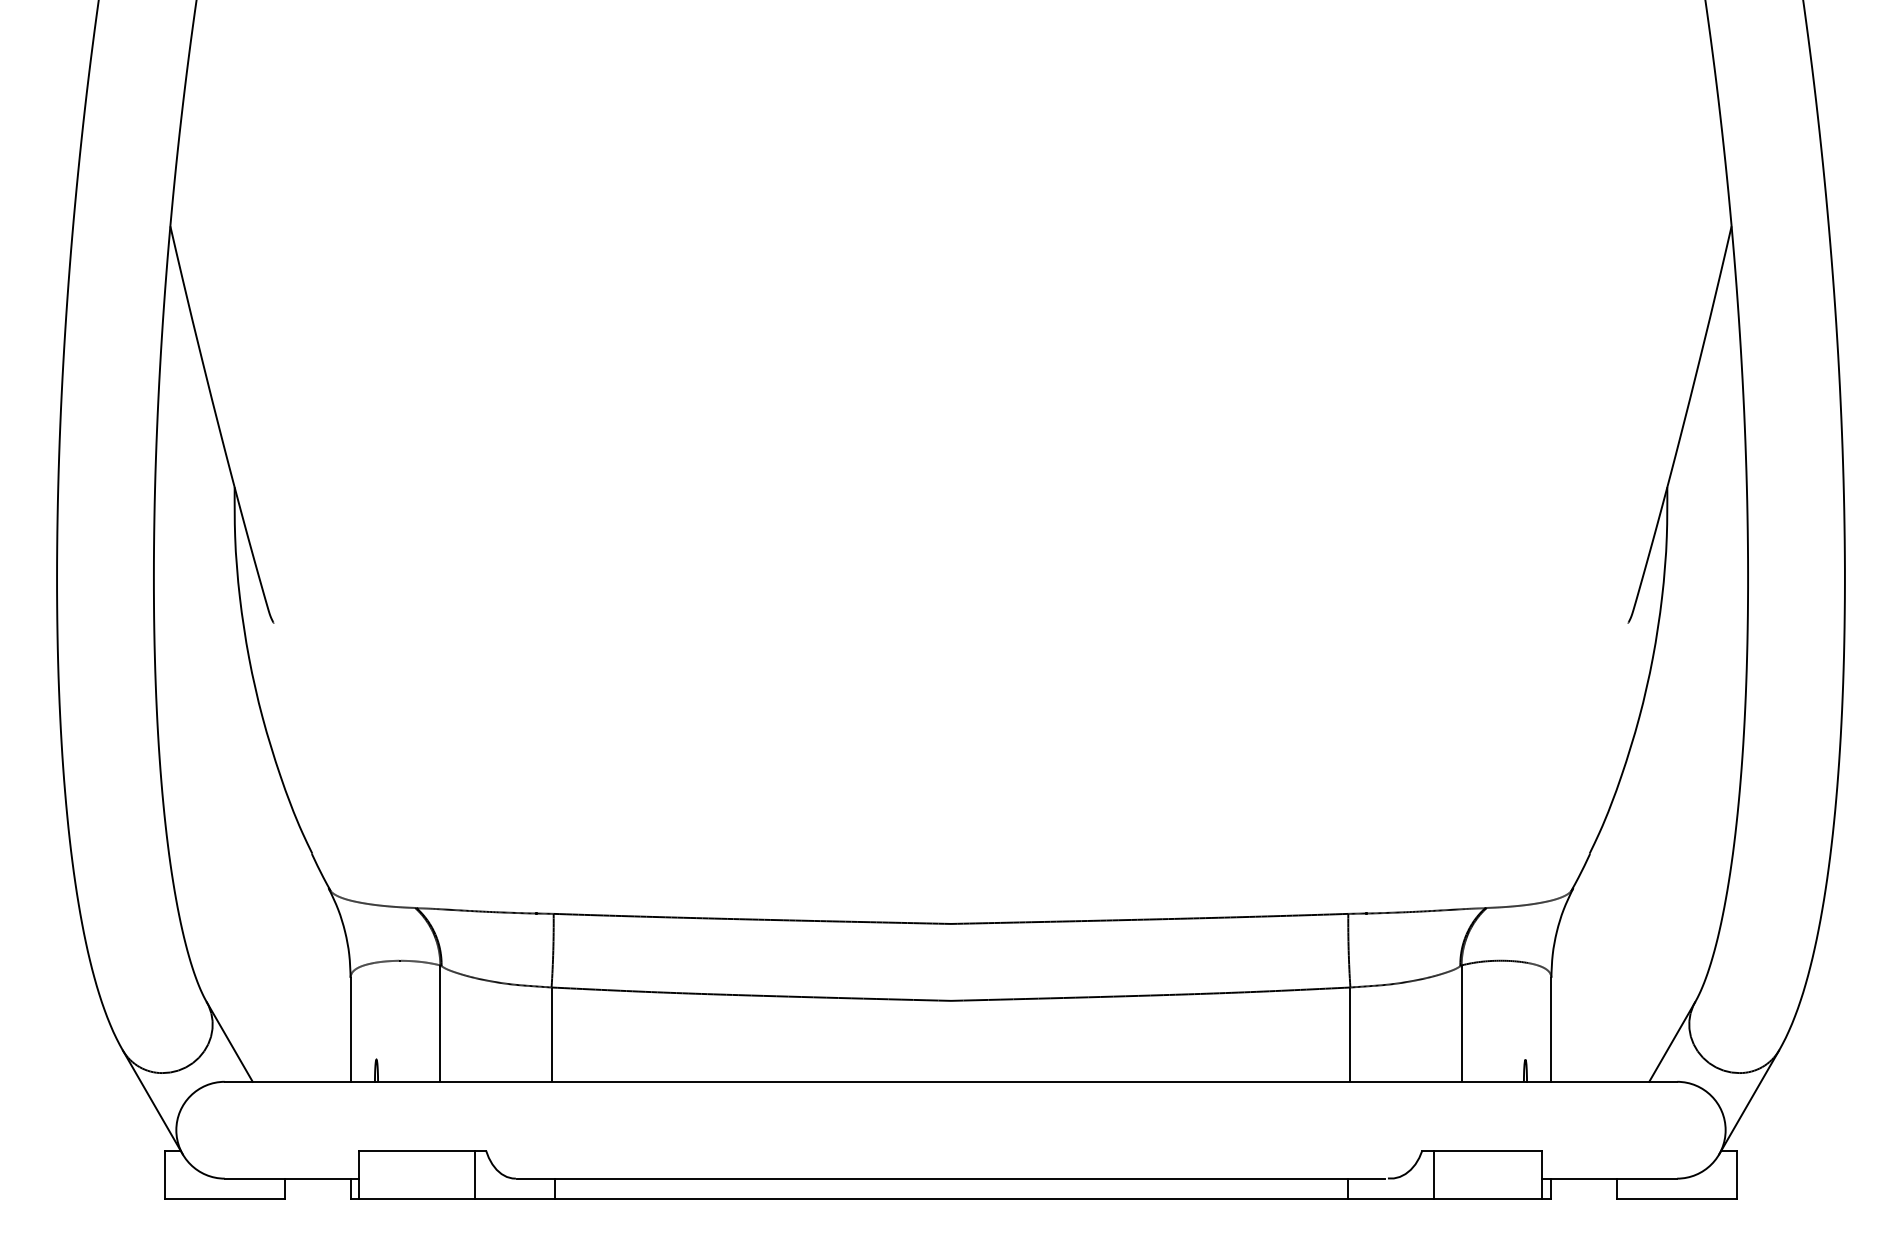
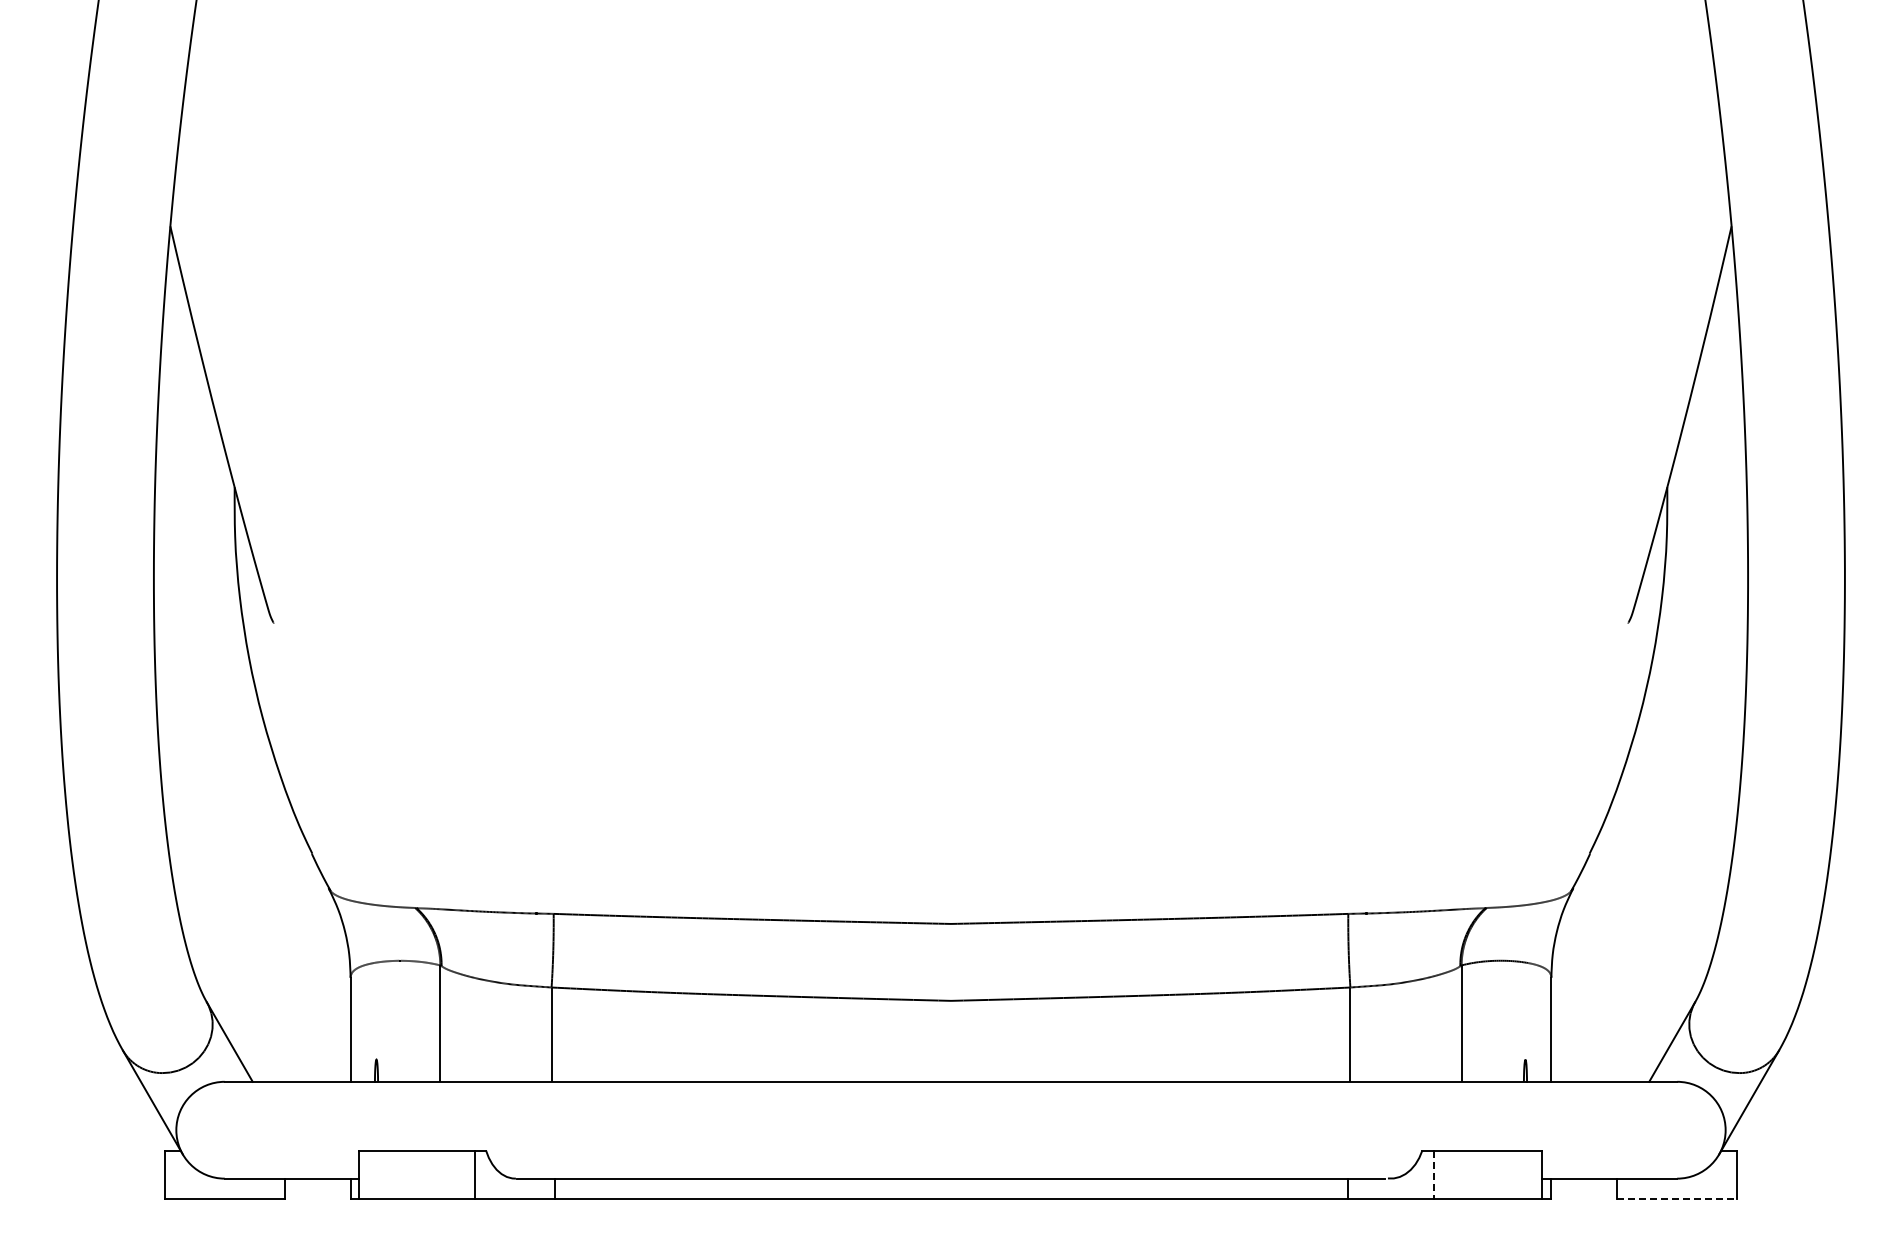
line at (1433, 1175): solid -> dashed
line at (1677, 1198): solid -> dashed
